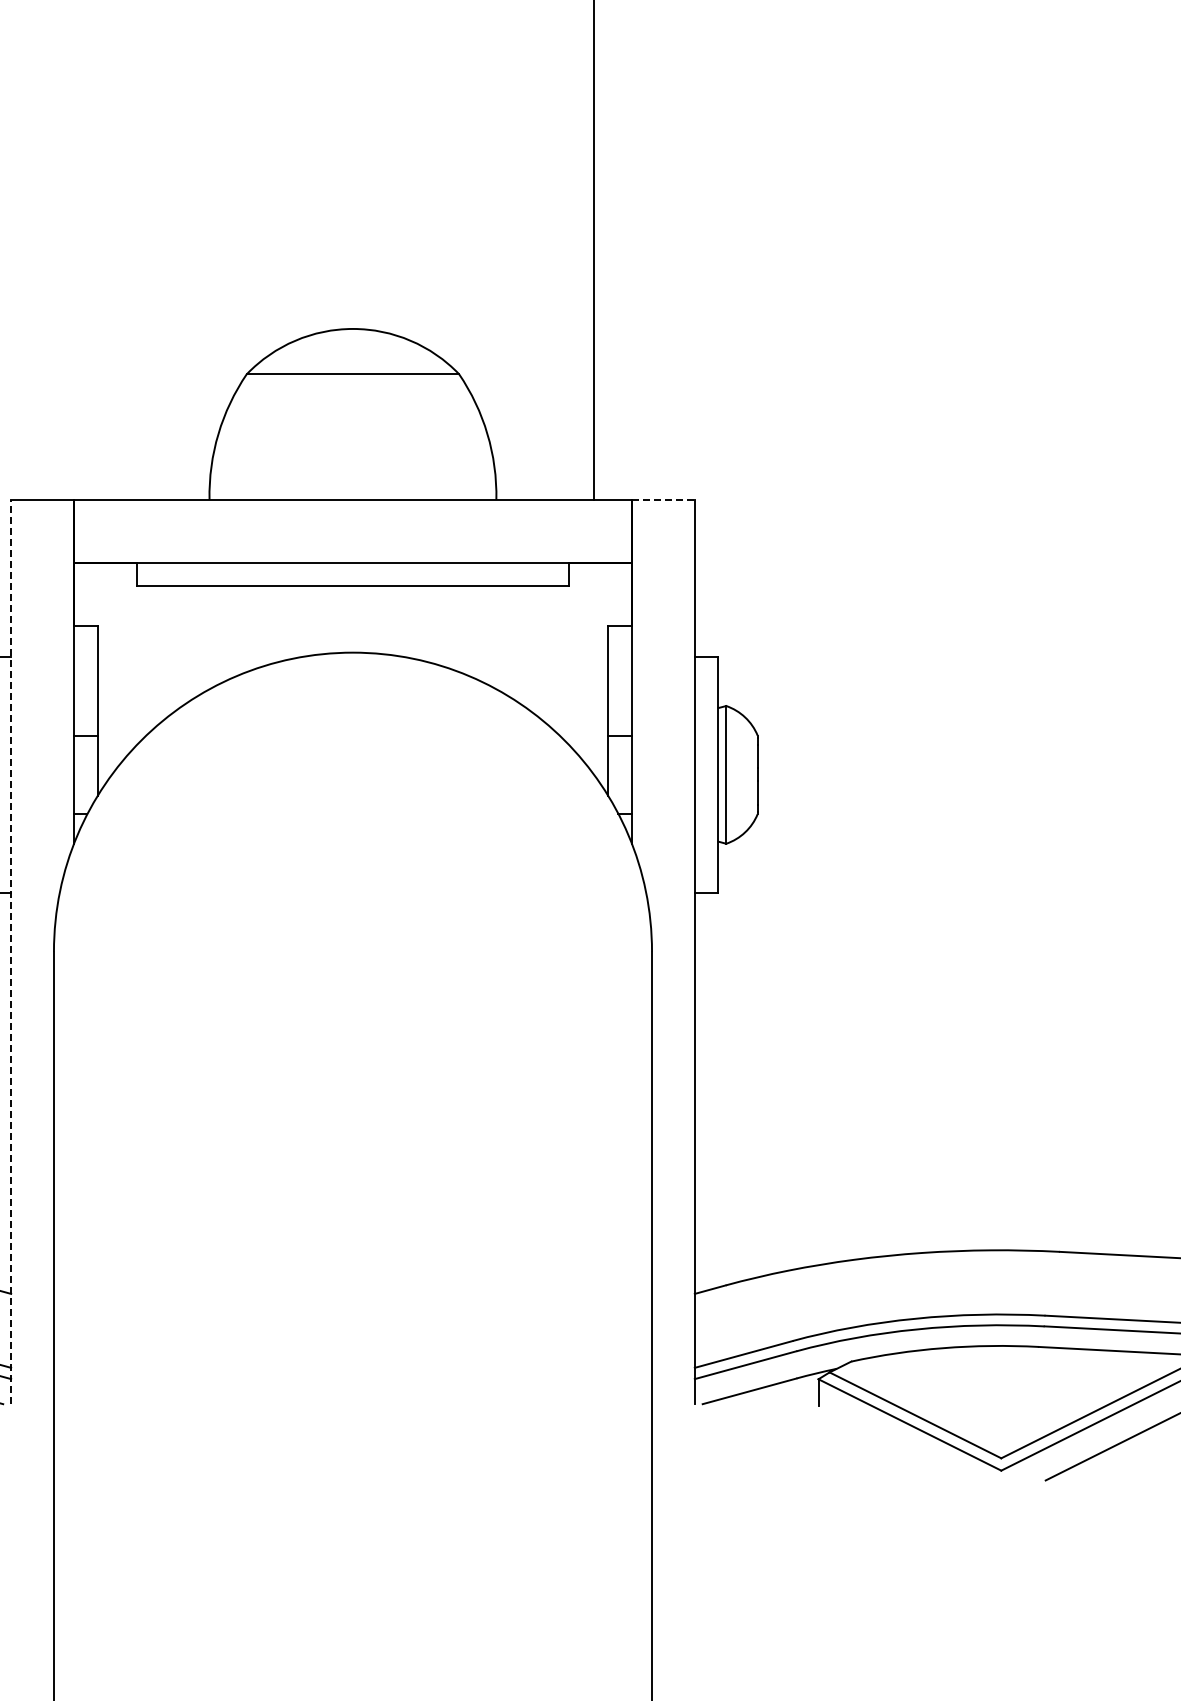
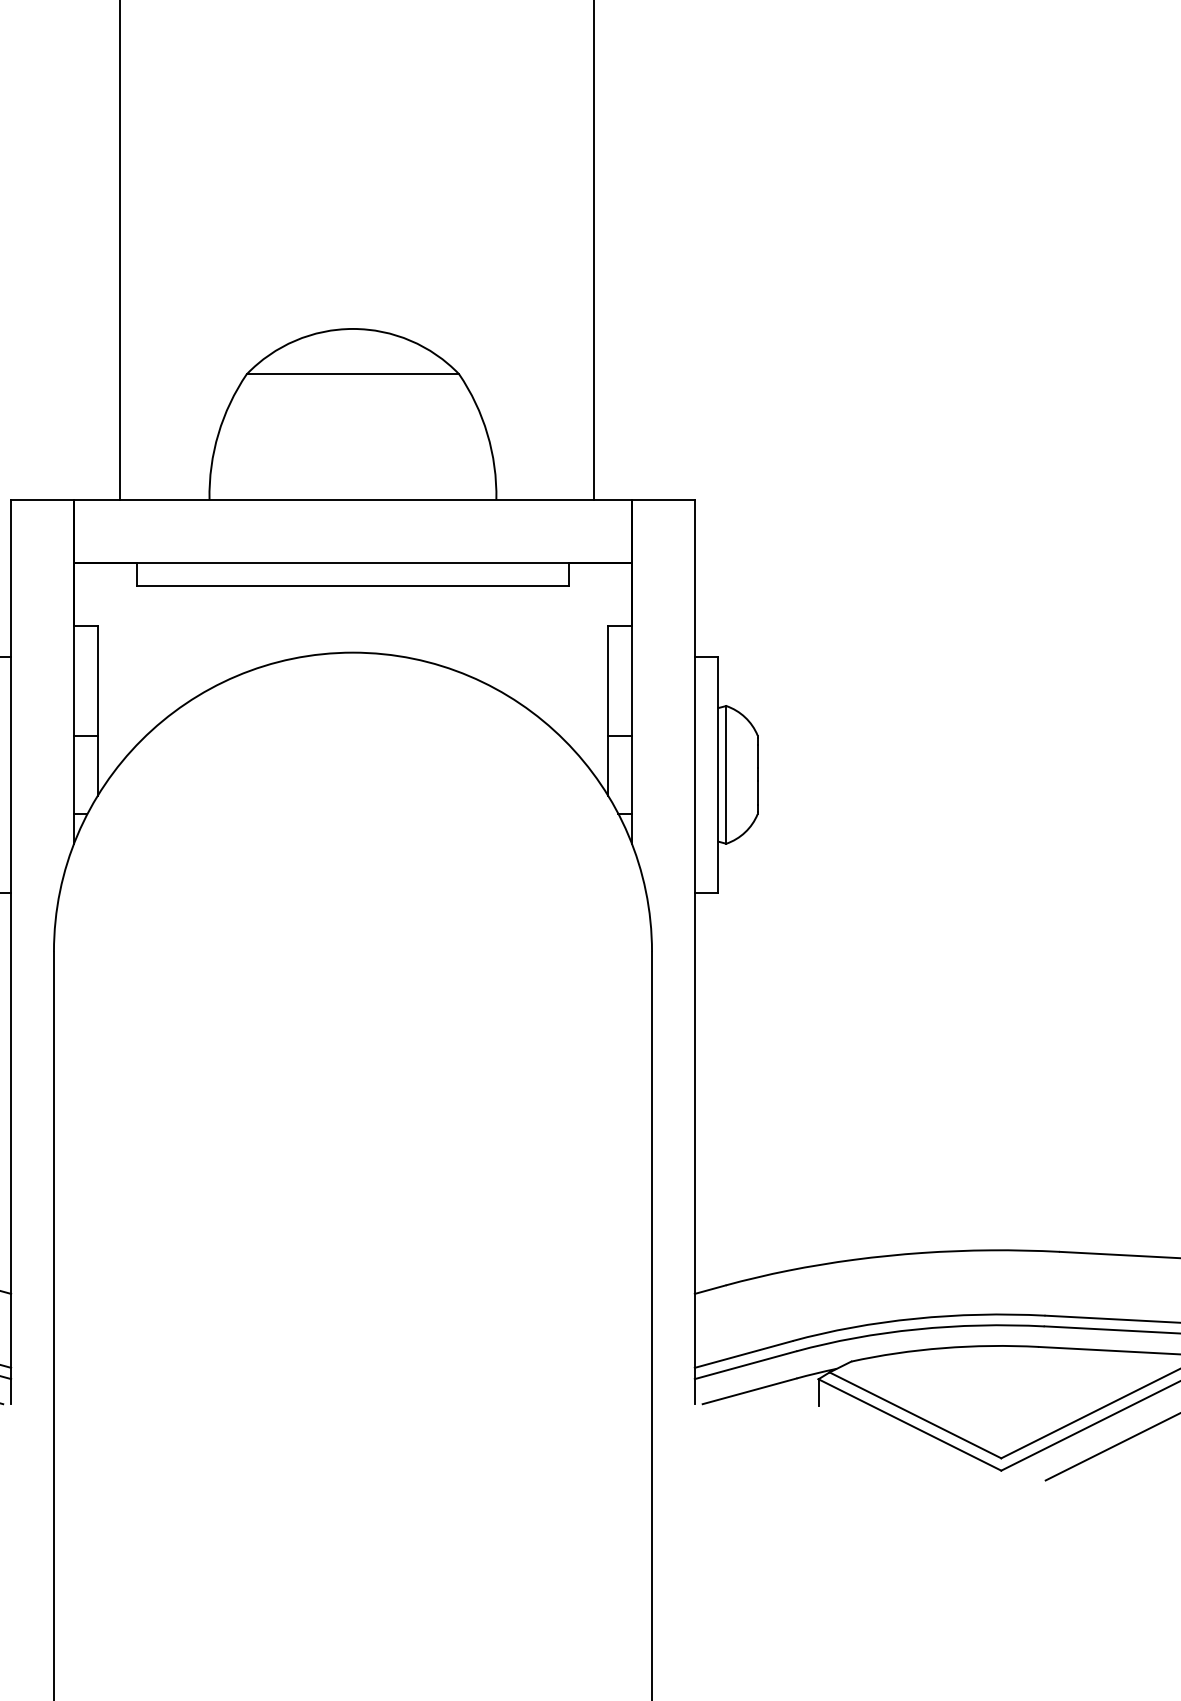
line at (119, 250): none -> present
line at (663, 499): dashed -> solid
line at (11, 951): dashed -> solid
